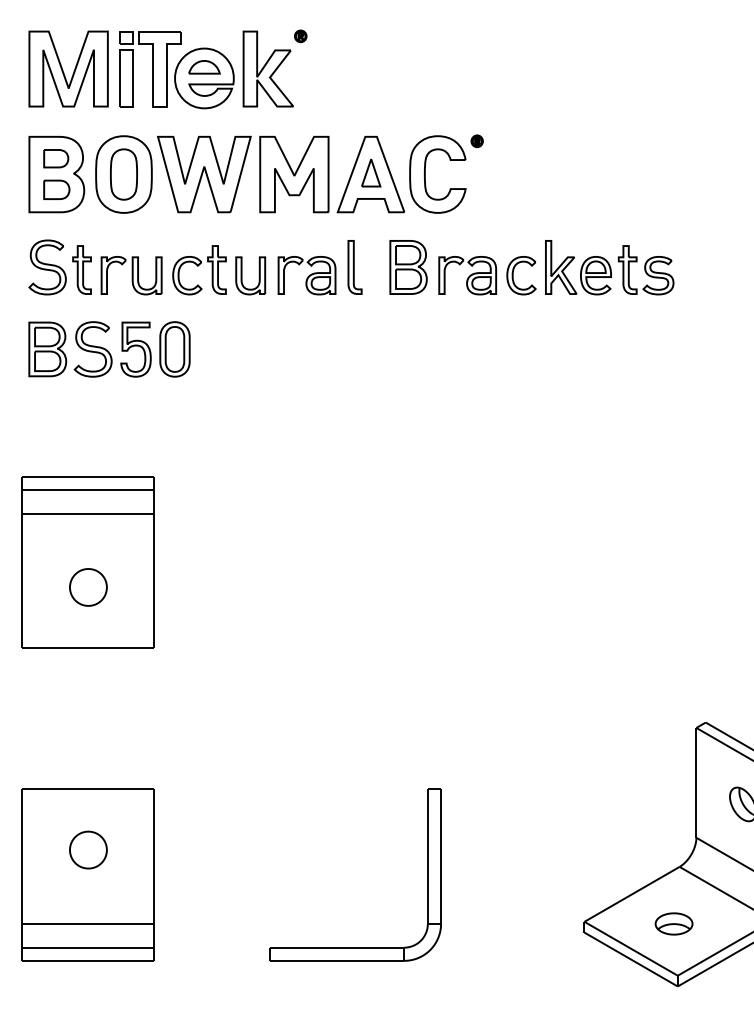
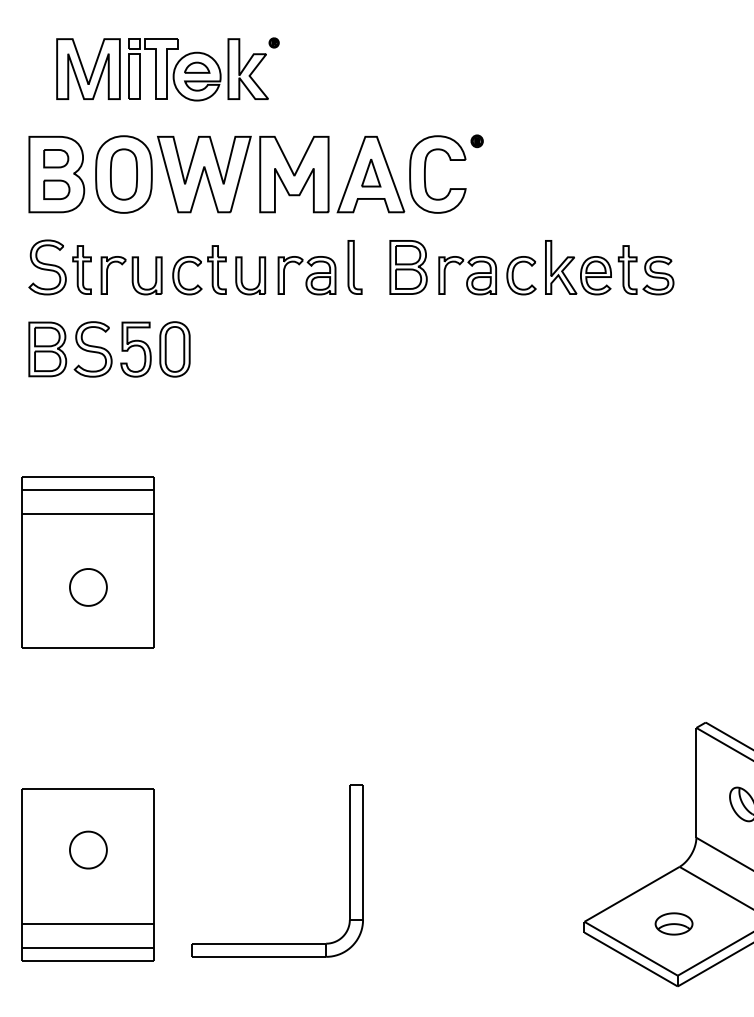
part at (167, 69) size: 280x81 px -> 224x65 px
part at (427, 874) position: (427, 874) -> (349, 870)
